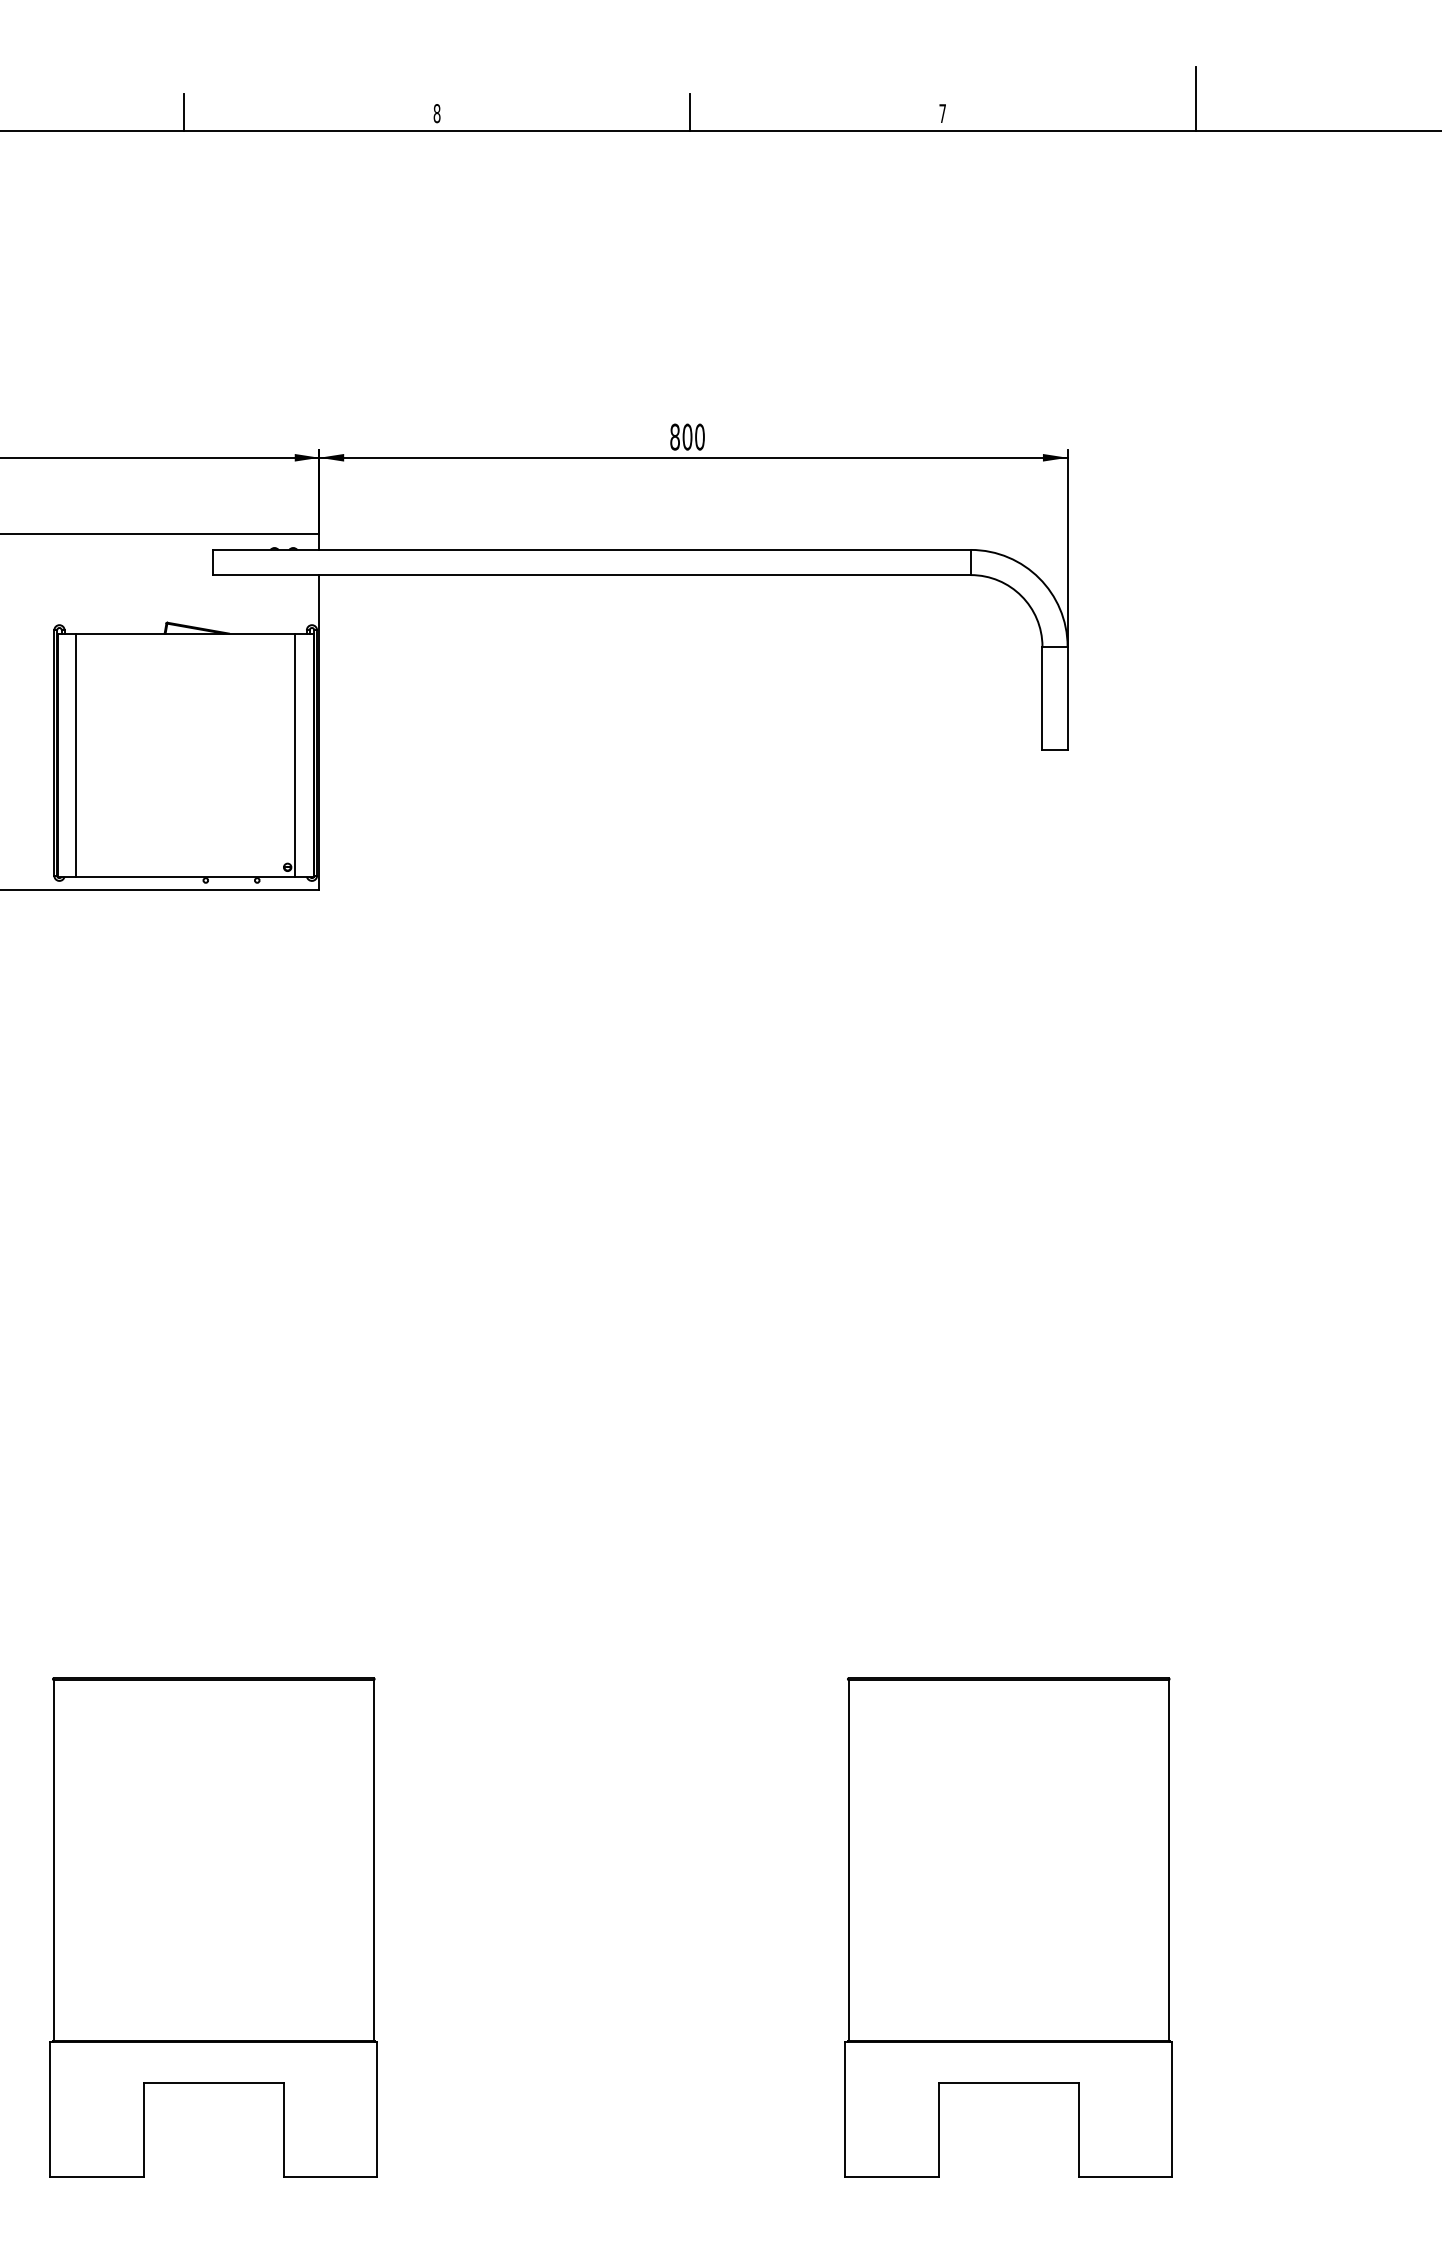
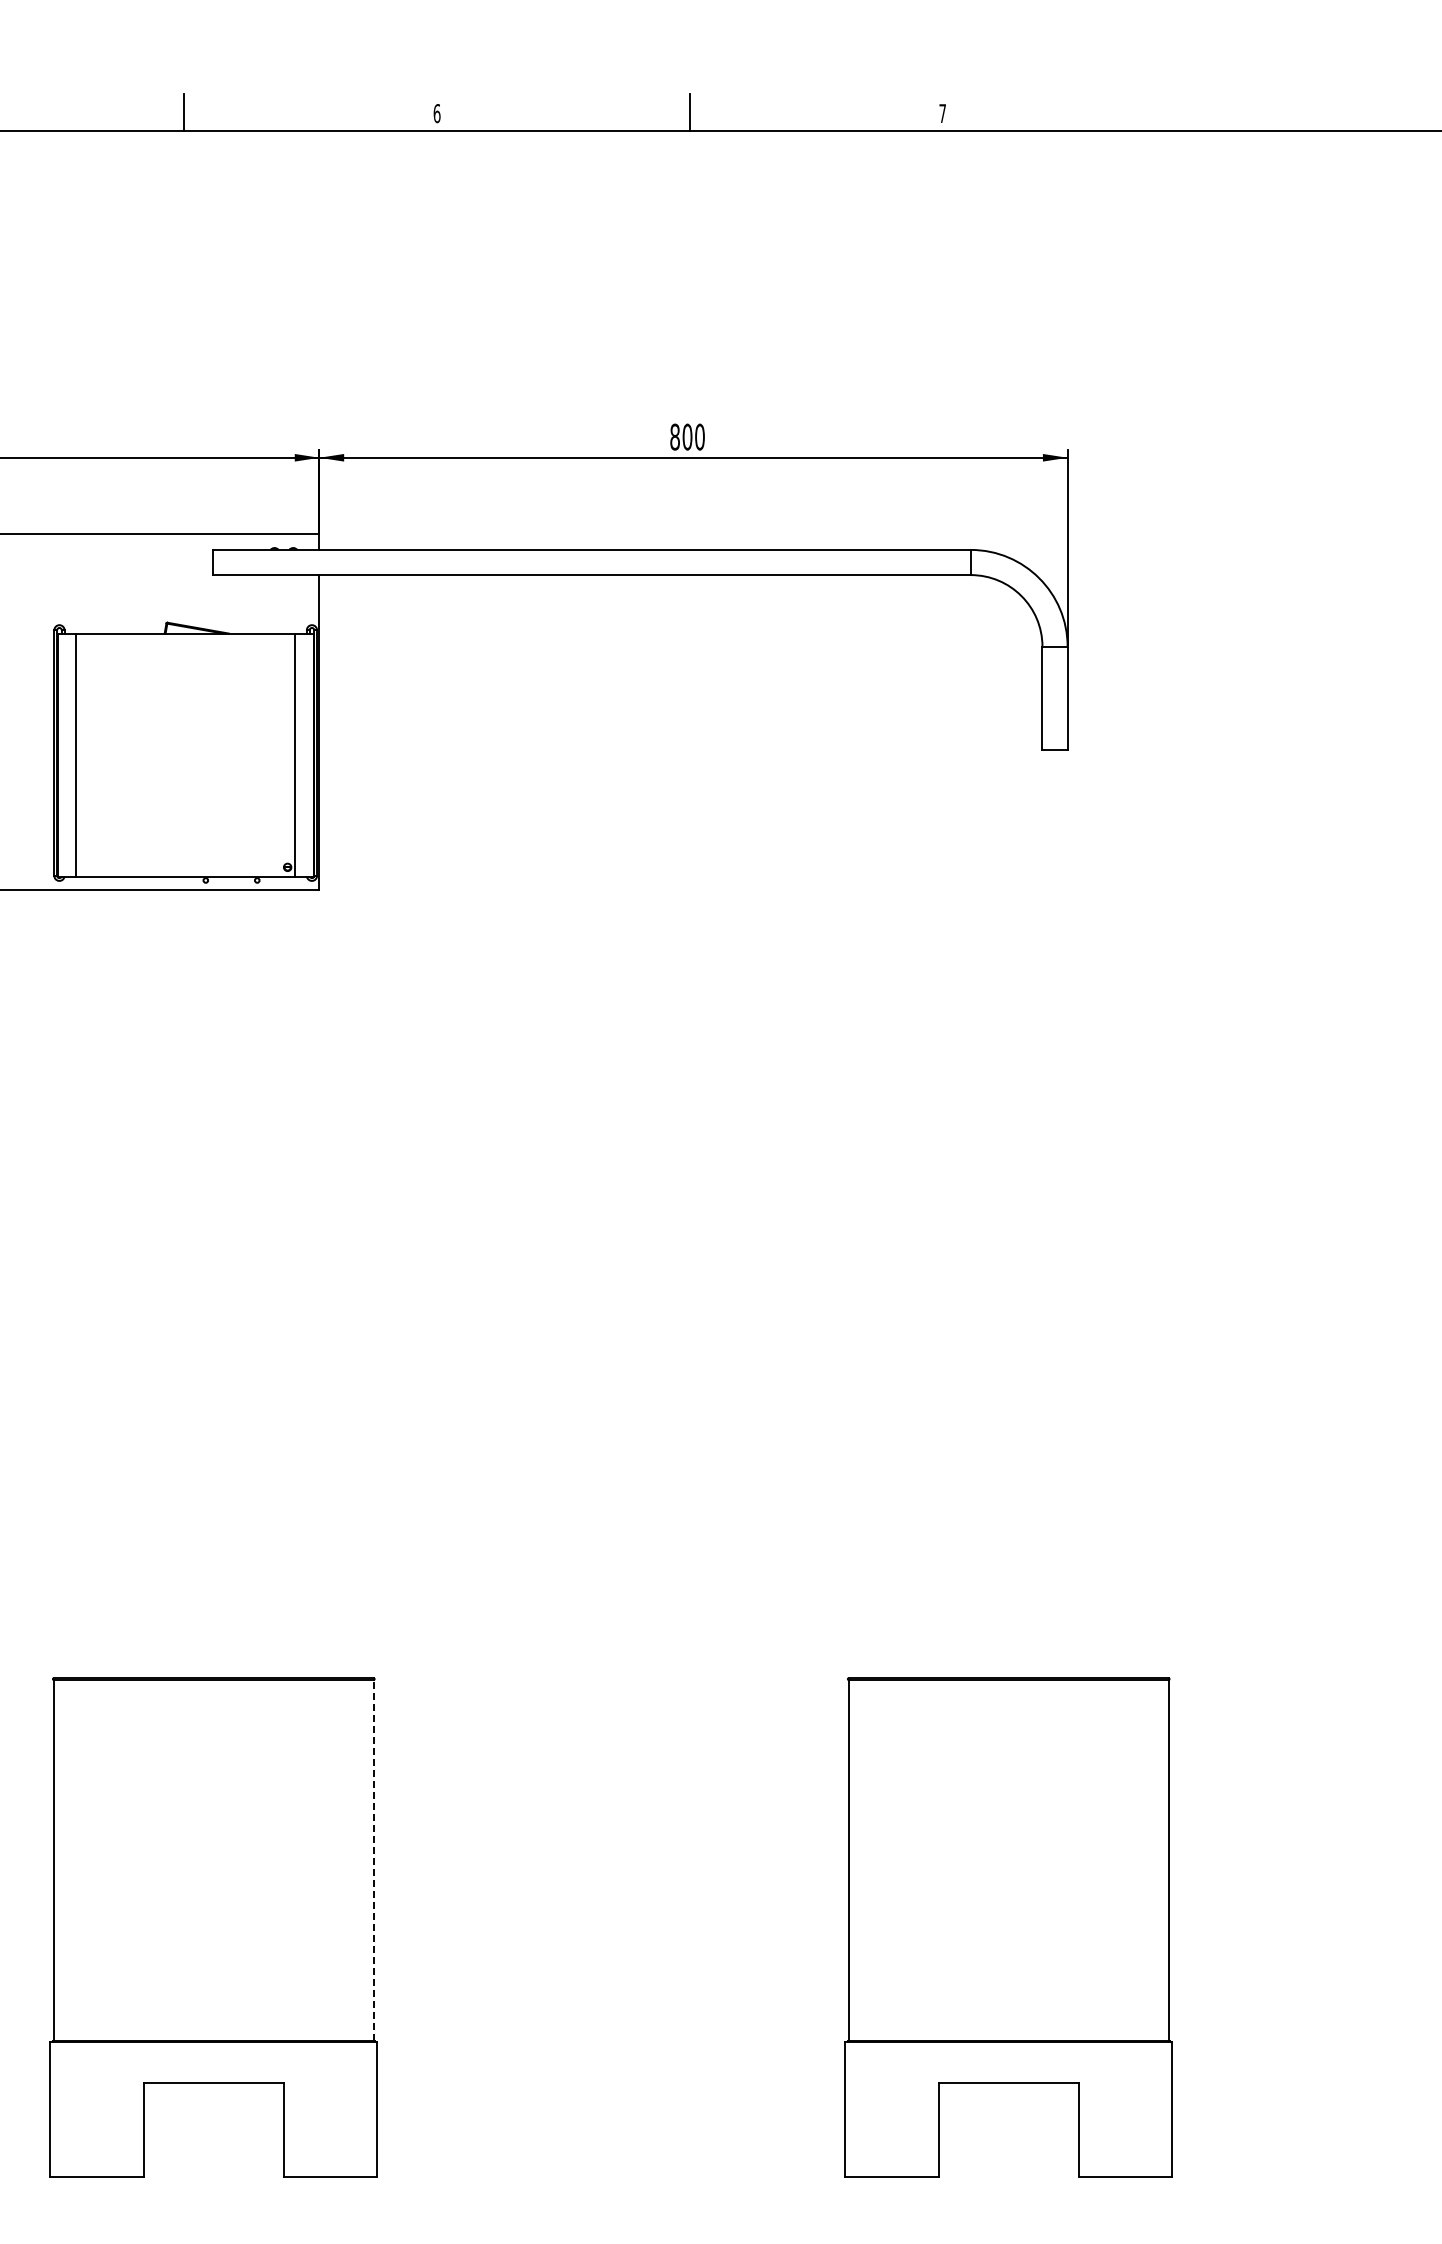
line at (1195, 98): present -> none
text at (436, 113): 8 -> 6
line at (373, 1860): solid -> dashed
